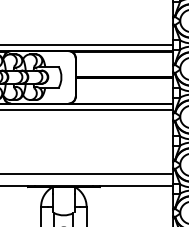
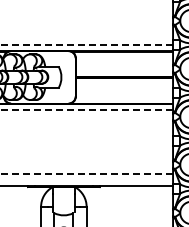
line at (86, 45): solid -> dashed
line at (86, 110): solid -> dashed
line at (86, 173): solid -> dashed
